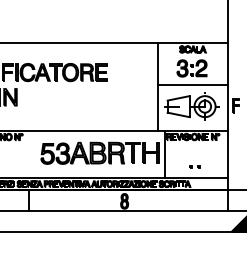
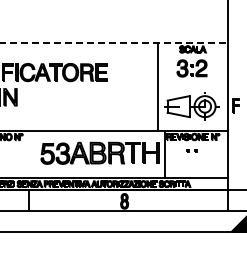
line at (113, 43): solid -> dashed
line at (192, 85): present -> none
part at (194, 166) position: (194, 166) -> (191, 150)
